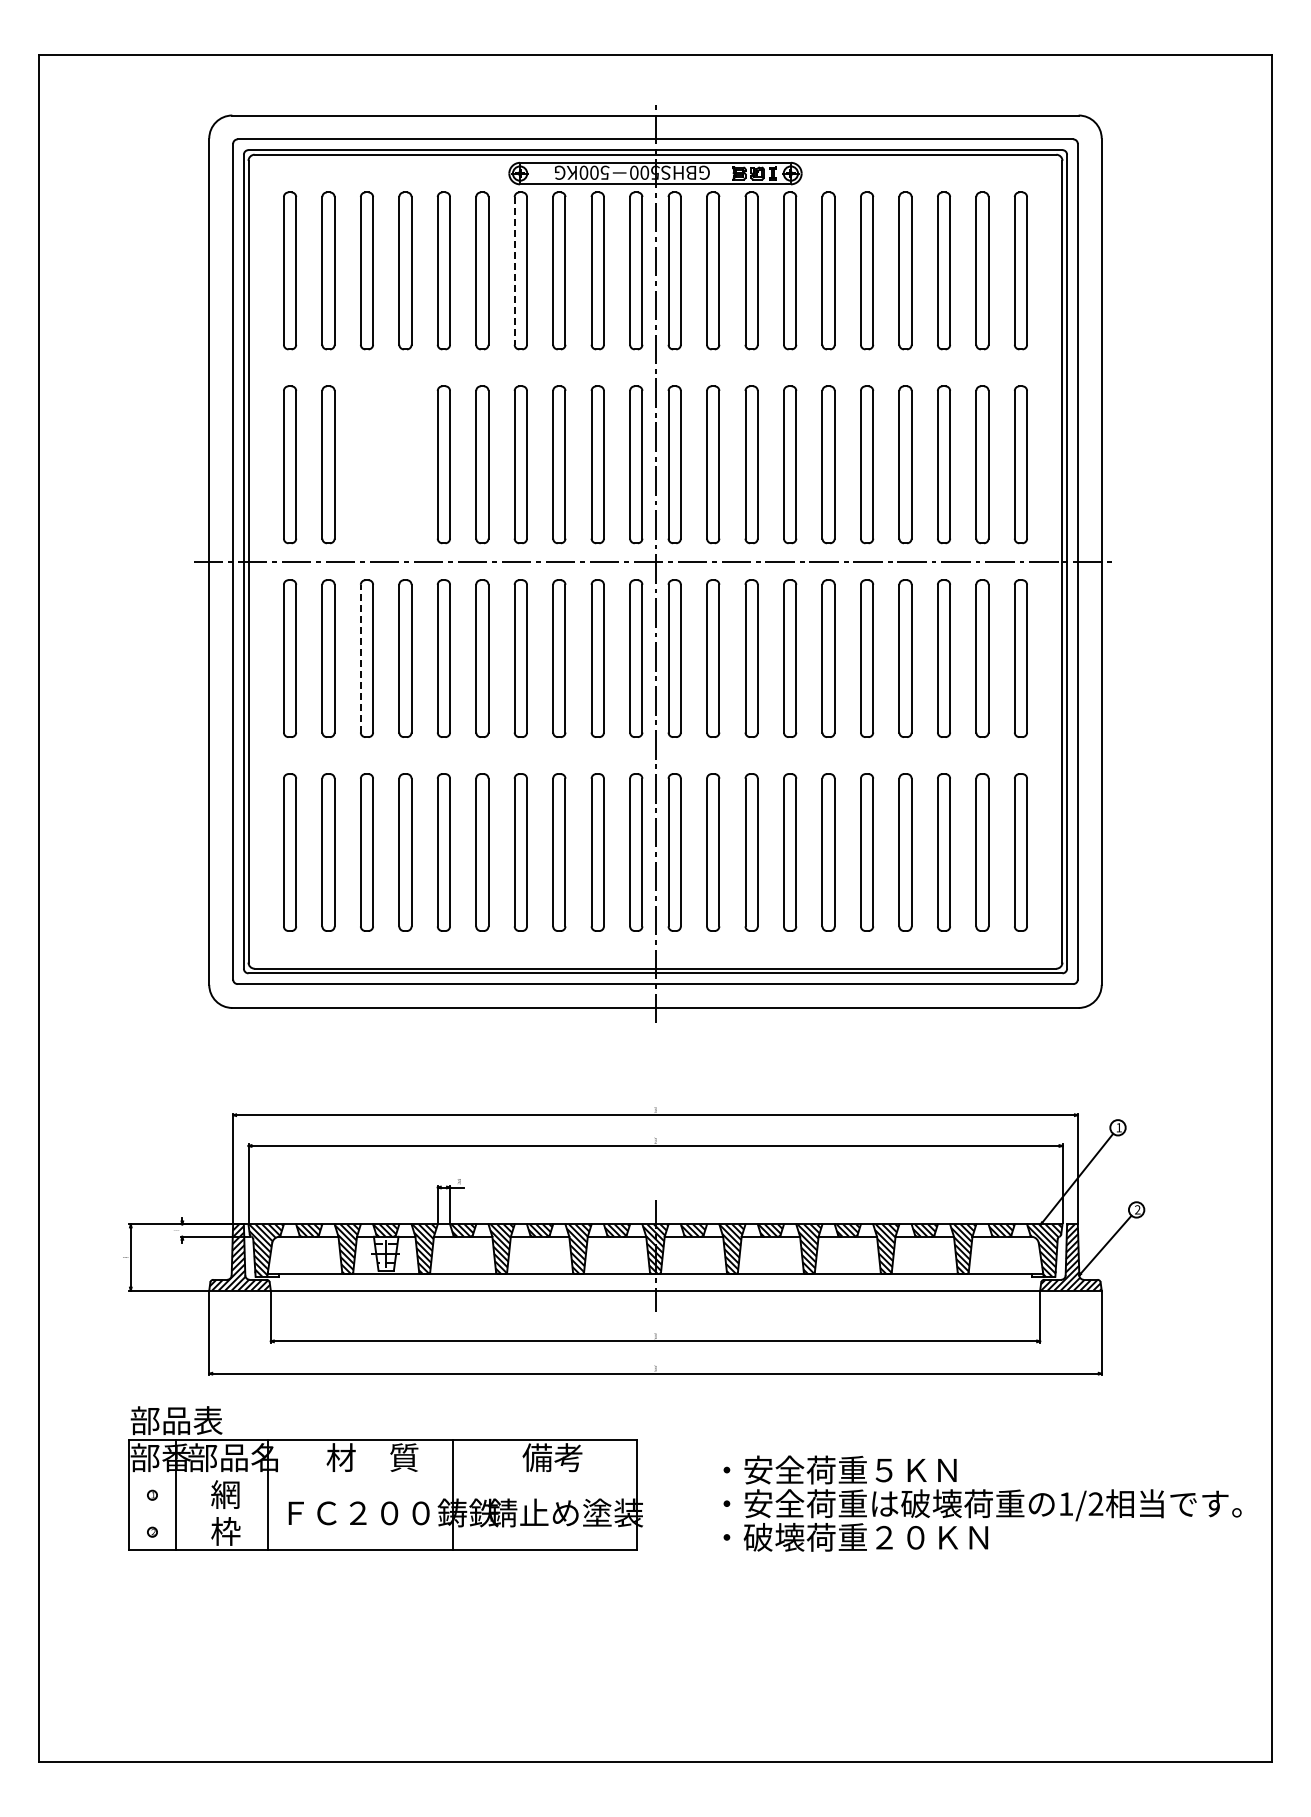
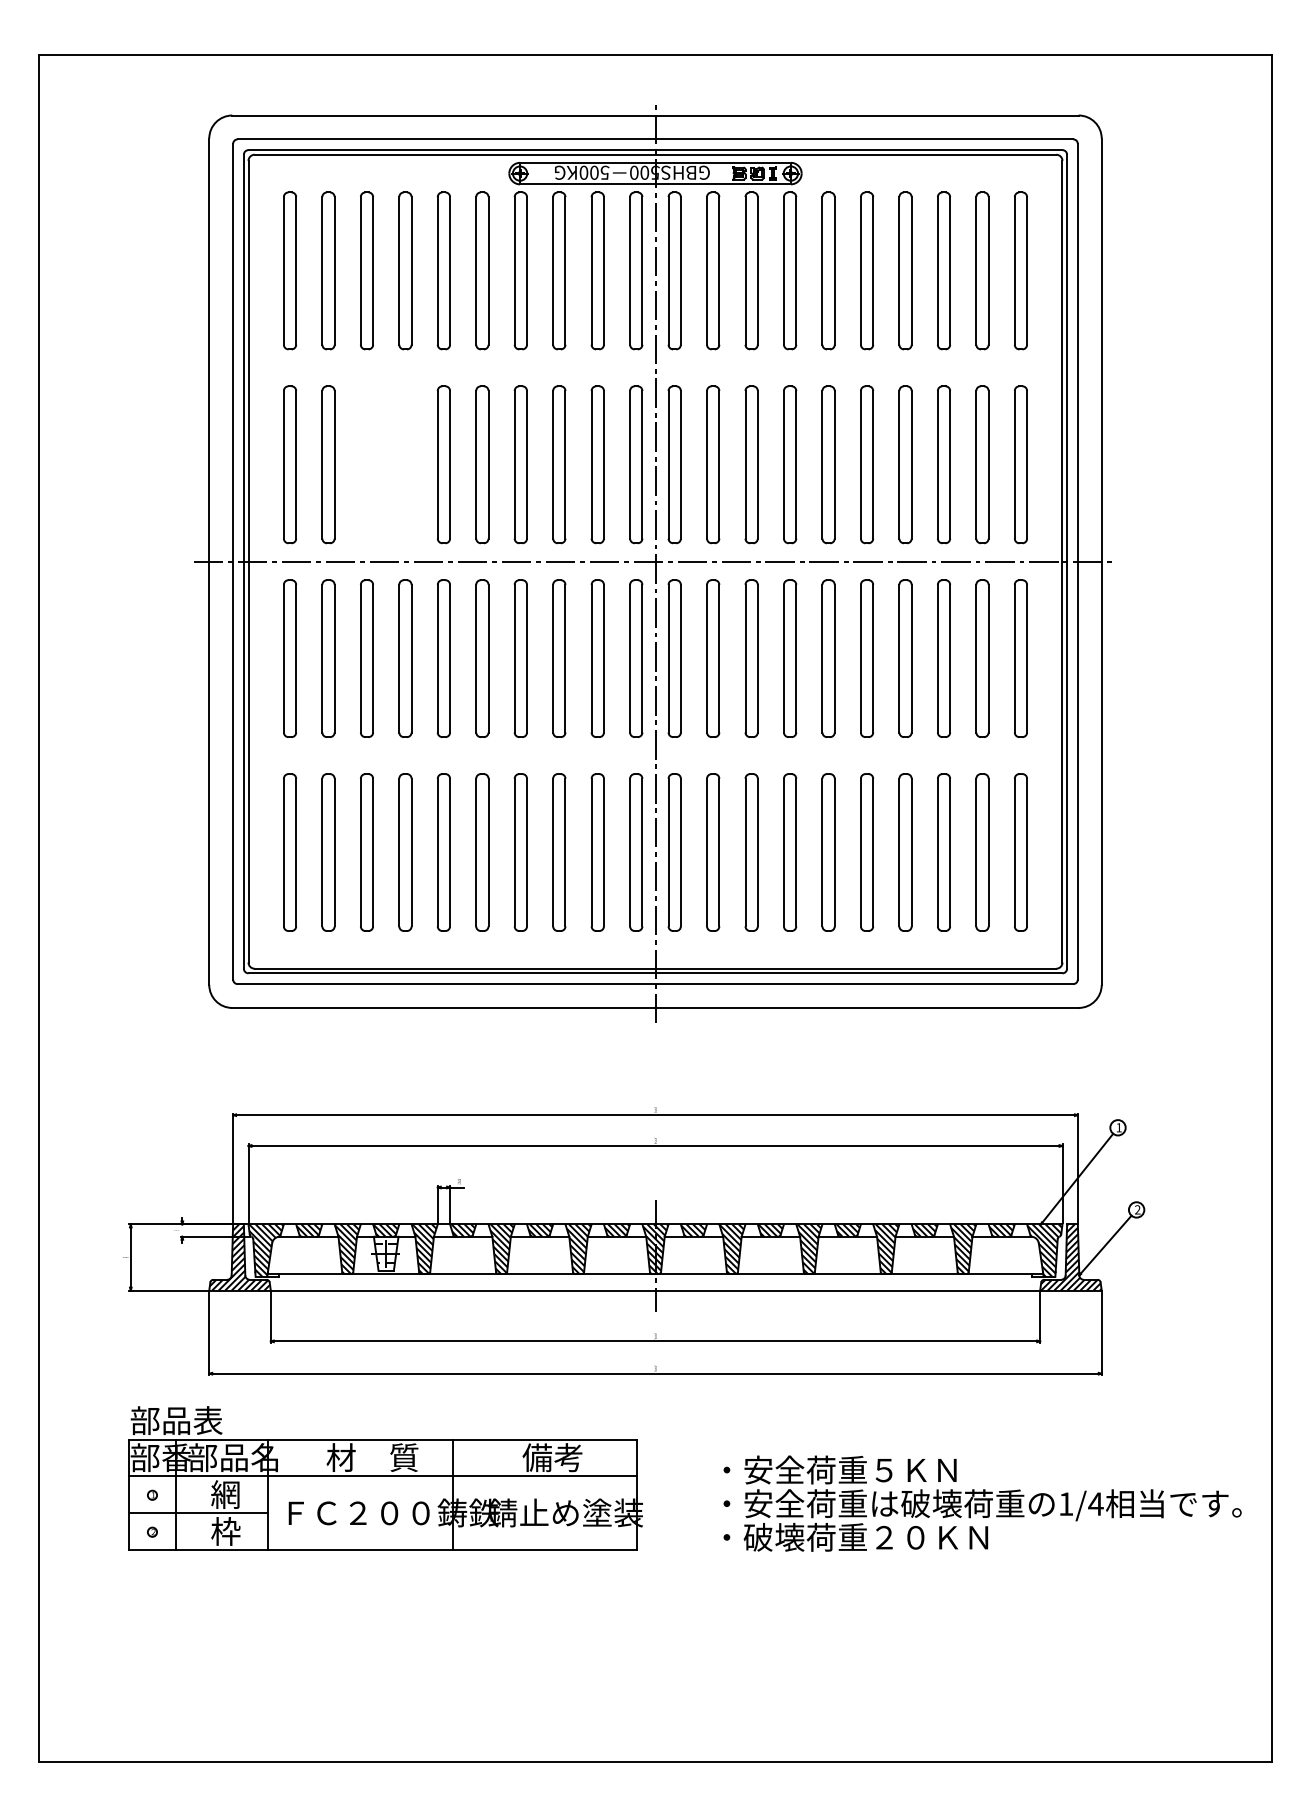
line at (514, 270): dashed -> solid
line at (360, 658): dashed -> solid
line at (383, 1476): none -> present
text at (1095, 1503): 1/2 -> 1/4
line at (198, 1513): none -> present
